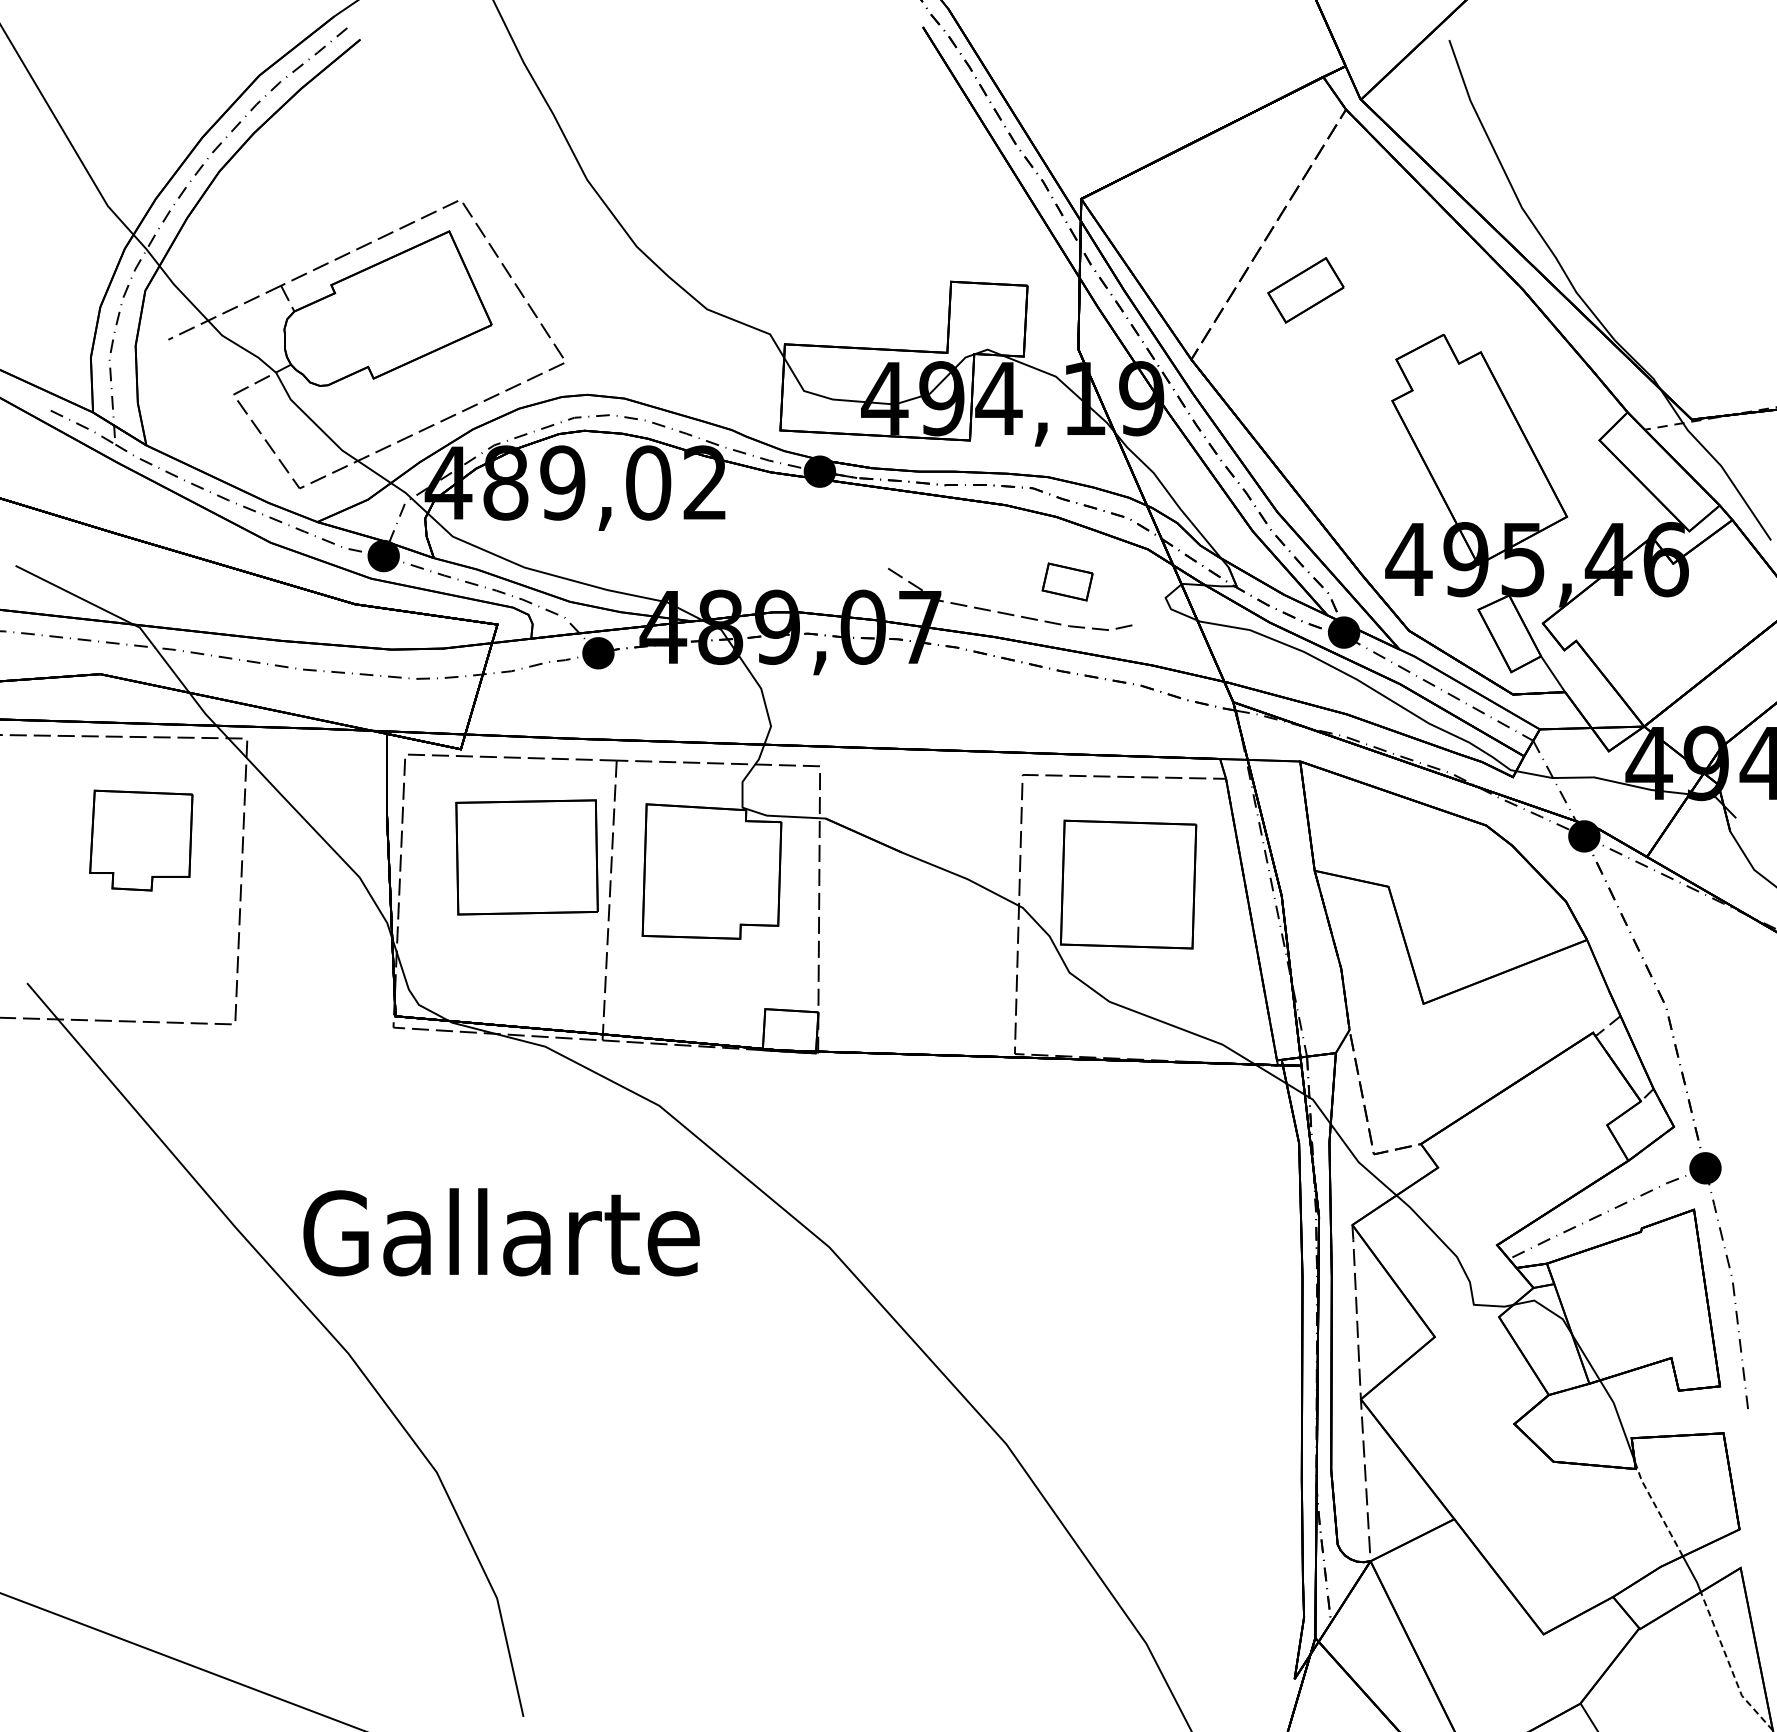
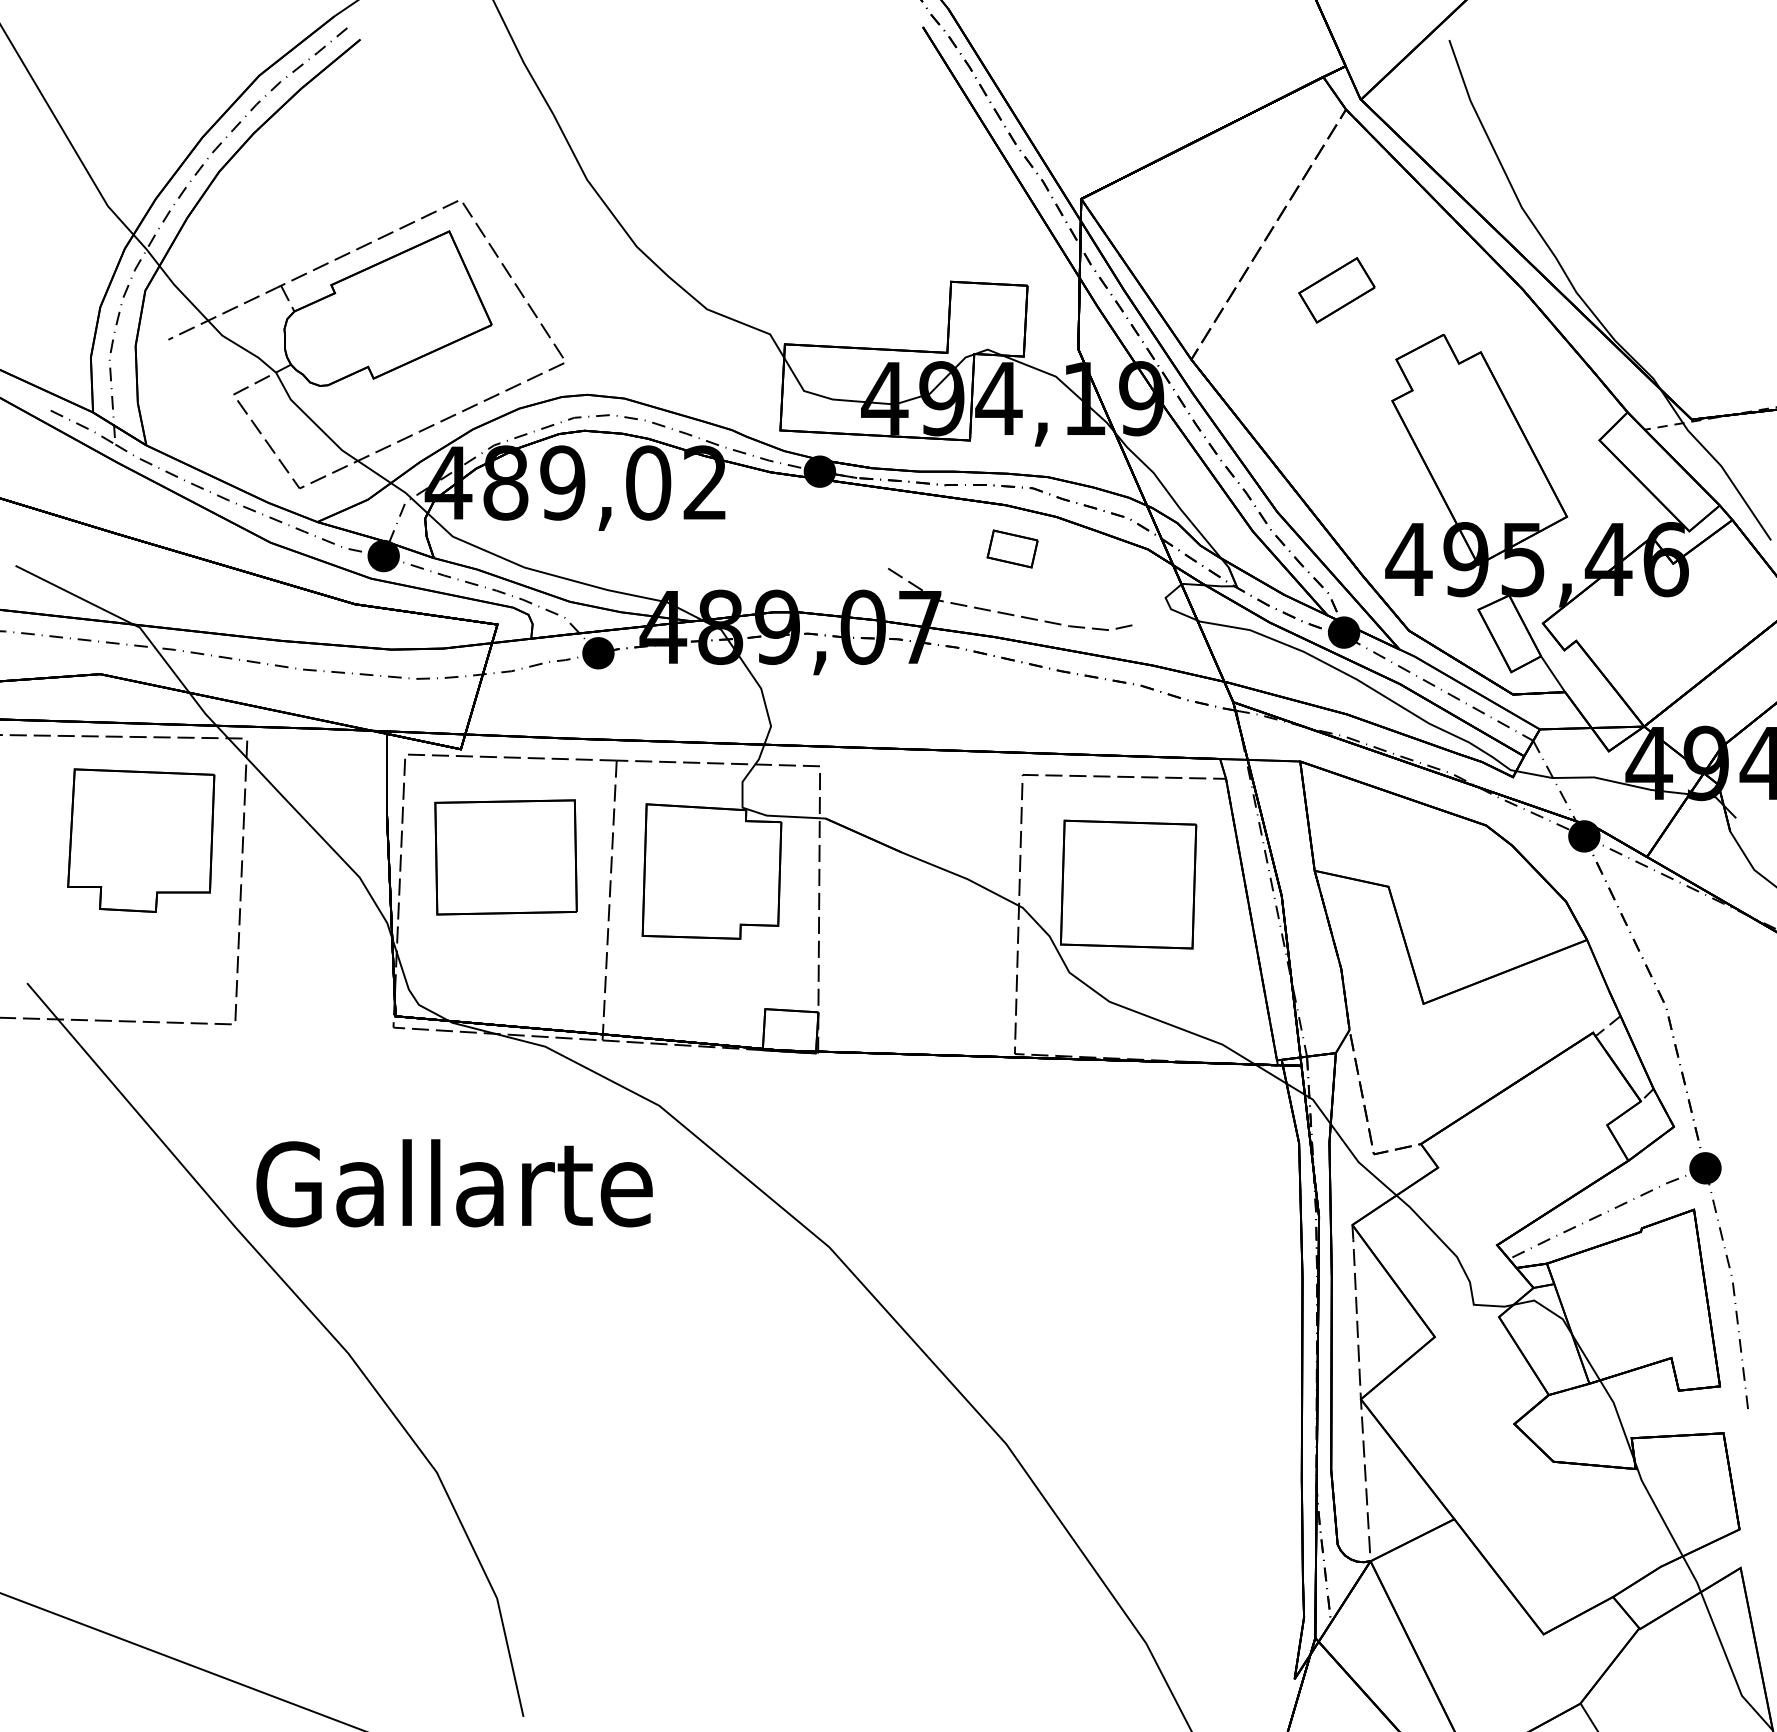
part at (1305, 290) position: (1305, 290) -> (1336, 290)
part at (1067, 581) position: (1067, 581) -> (1012, 548)
part at (141, 840) size: 105x103 px -> 149x145 px
part at (526, 857) position: (526, 857) -> (505, 857)
text at (501, 1232) position: (501, 1232) -> (454, 1183)
line at (1656, 1508): dashed -> solid
line at (1730, 1666): dashed -> solid
